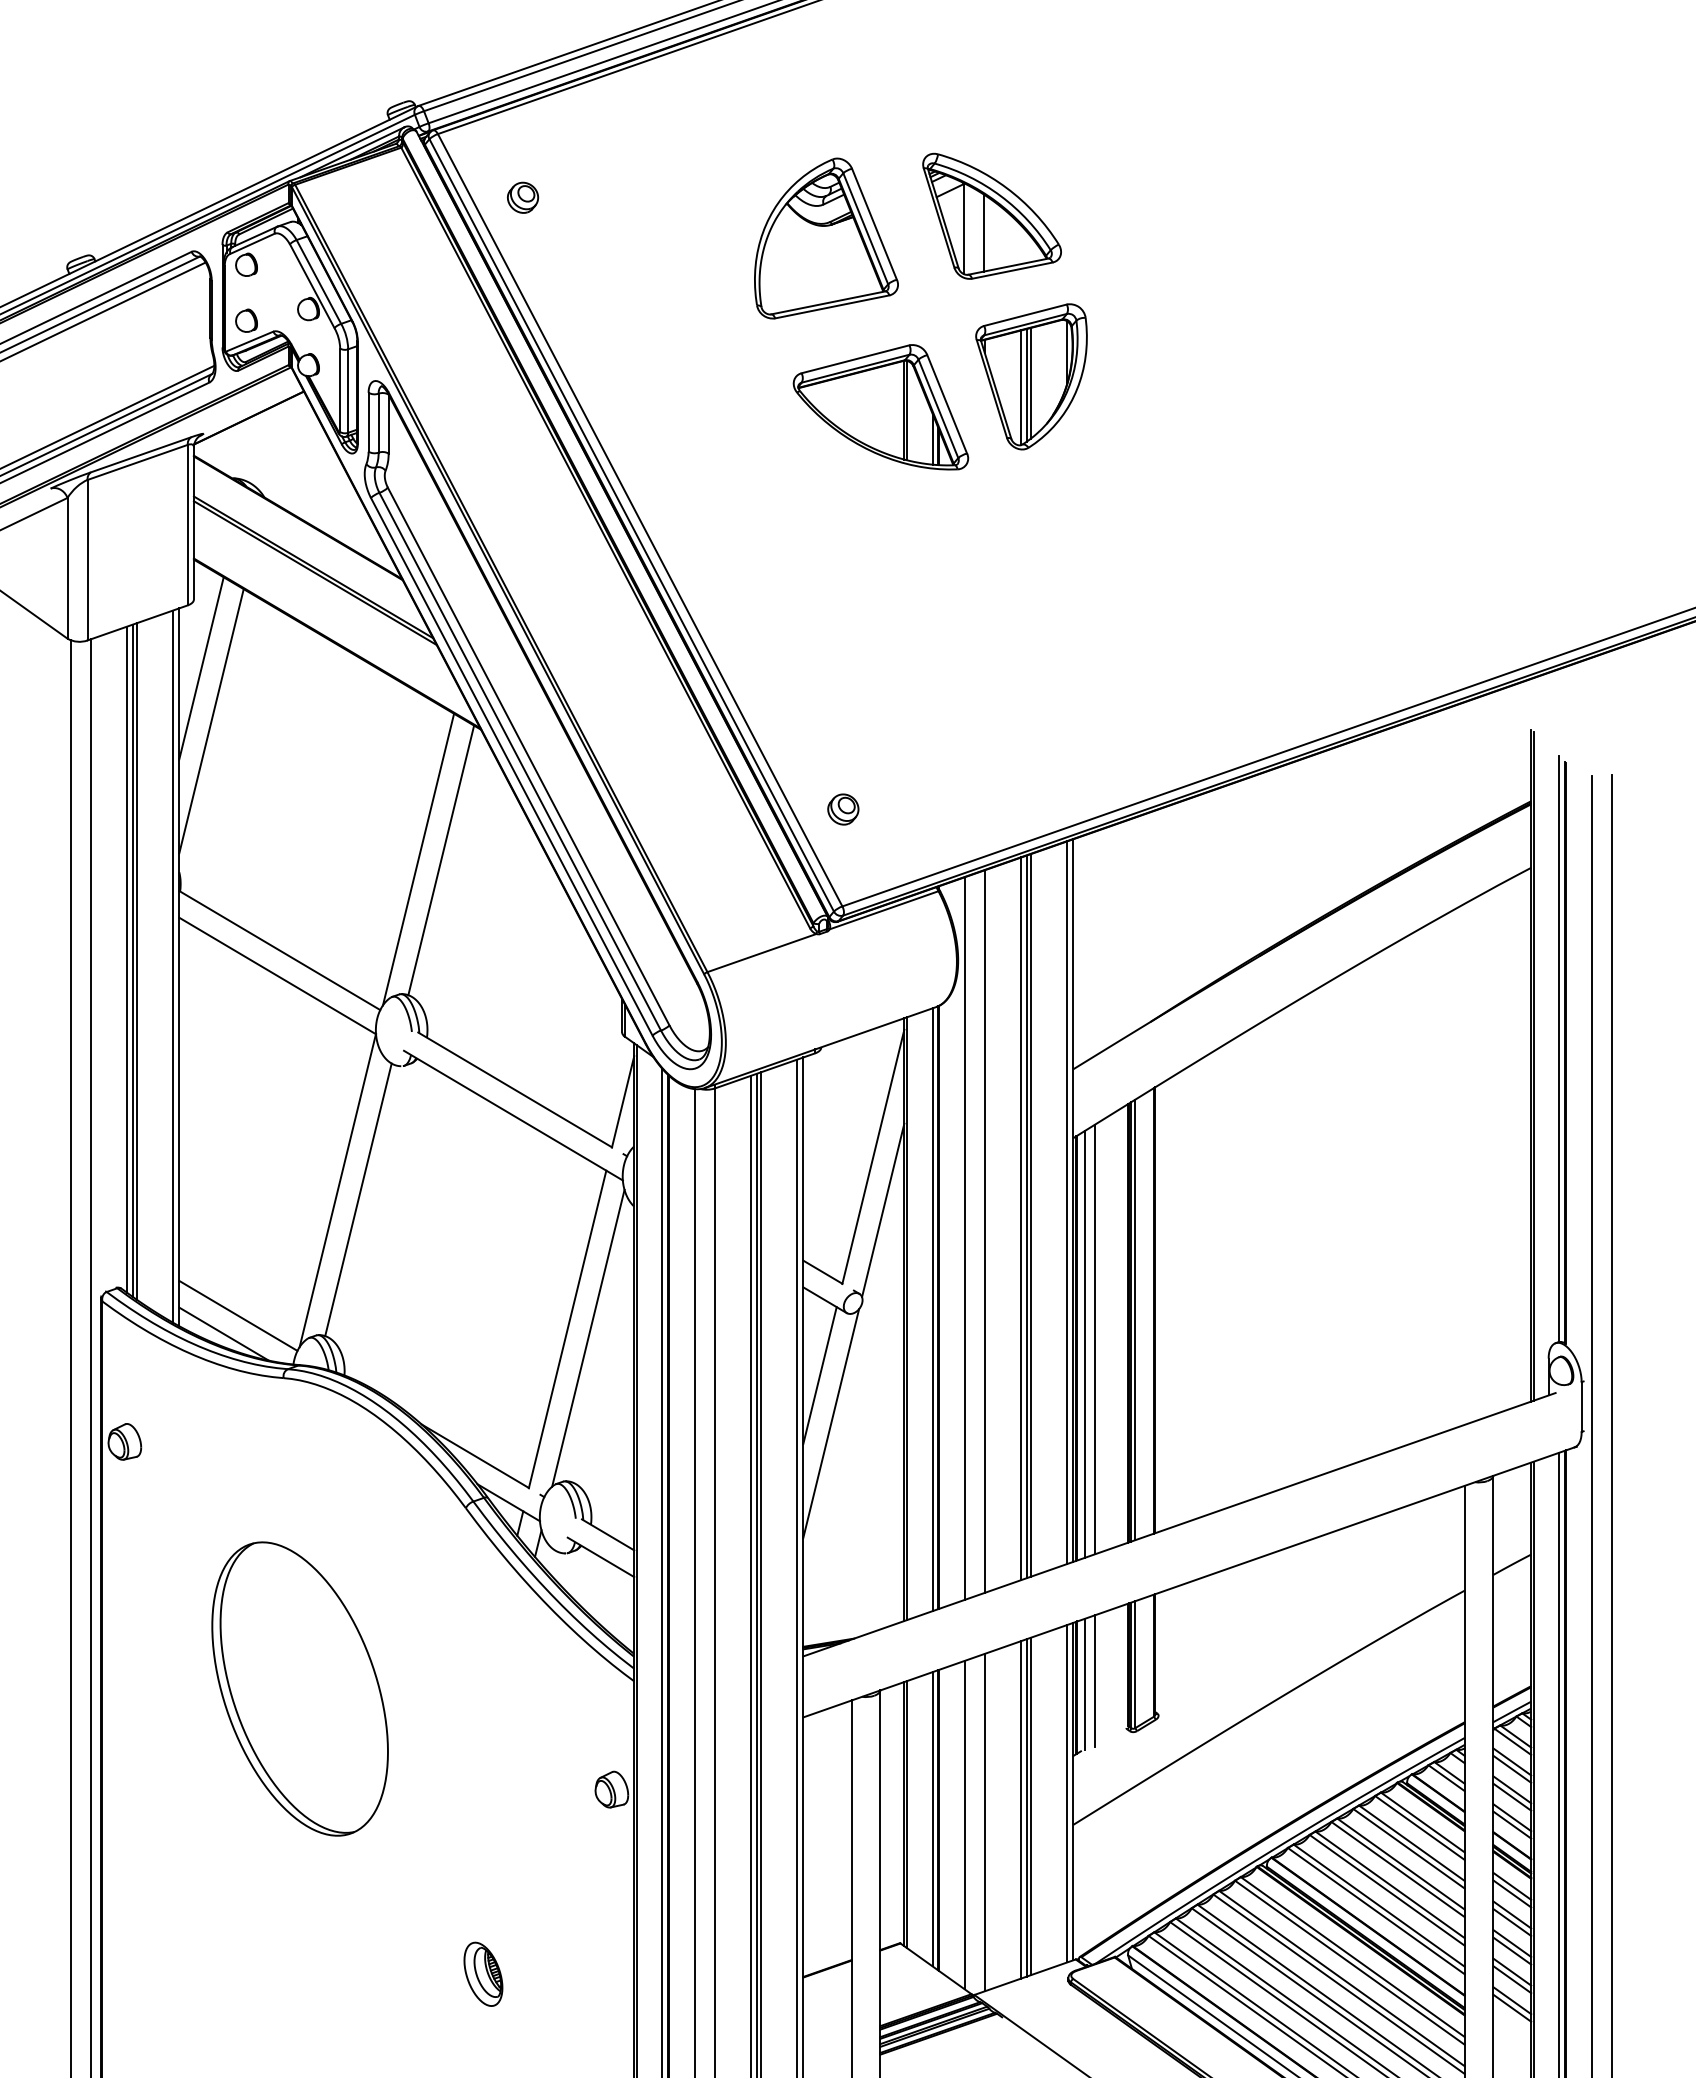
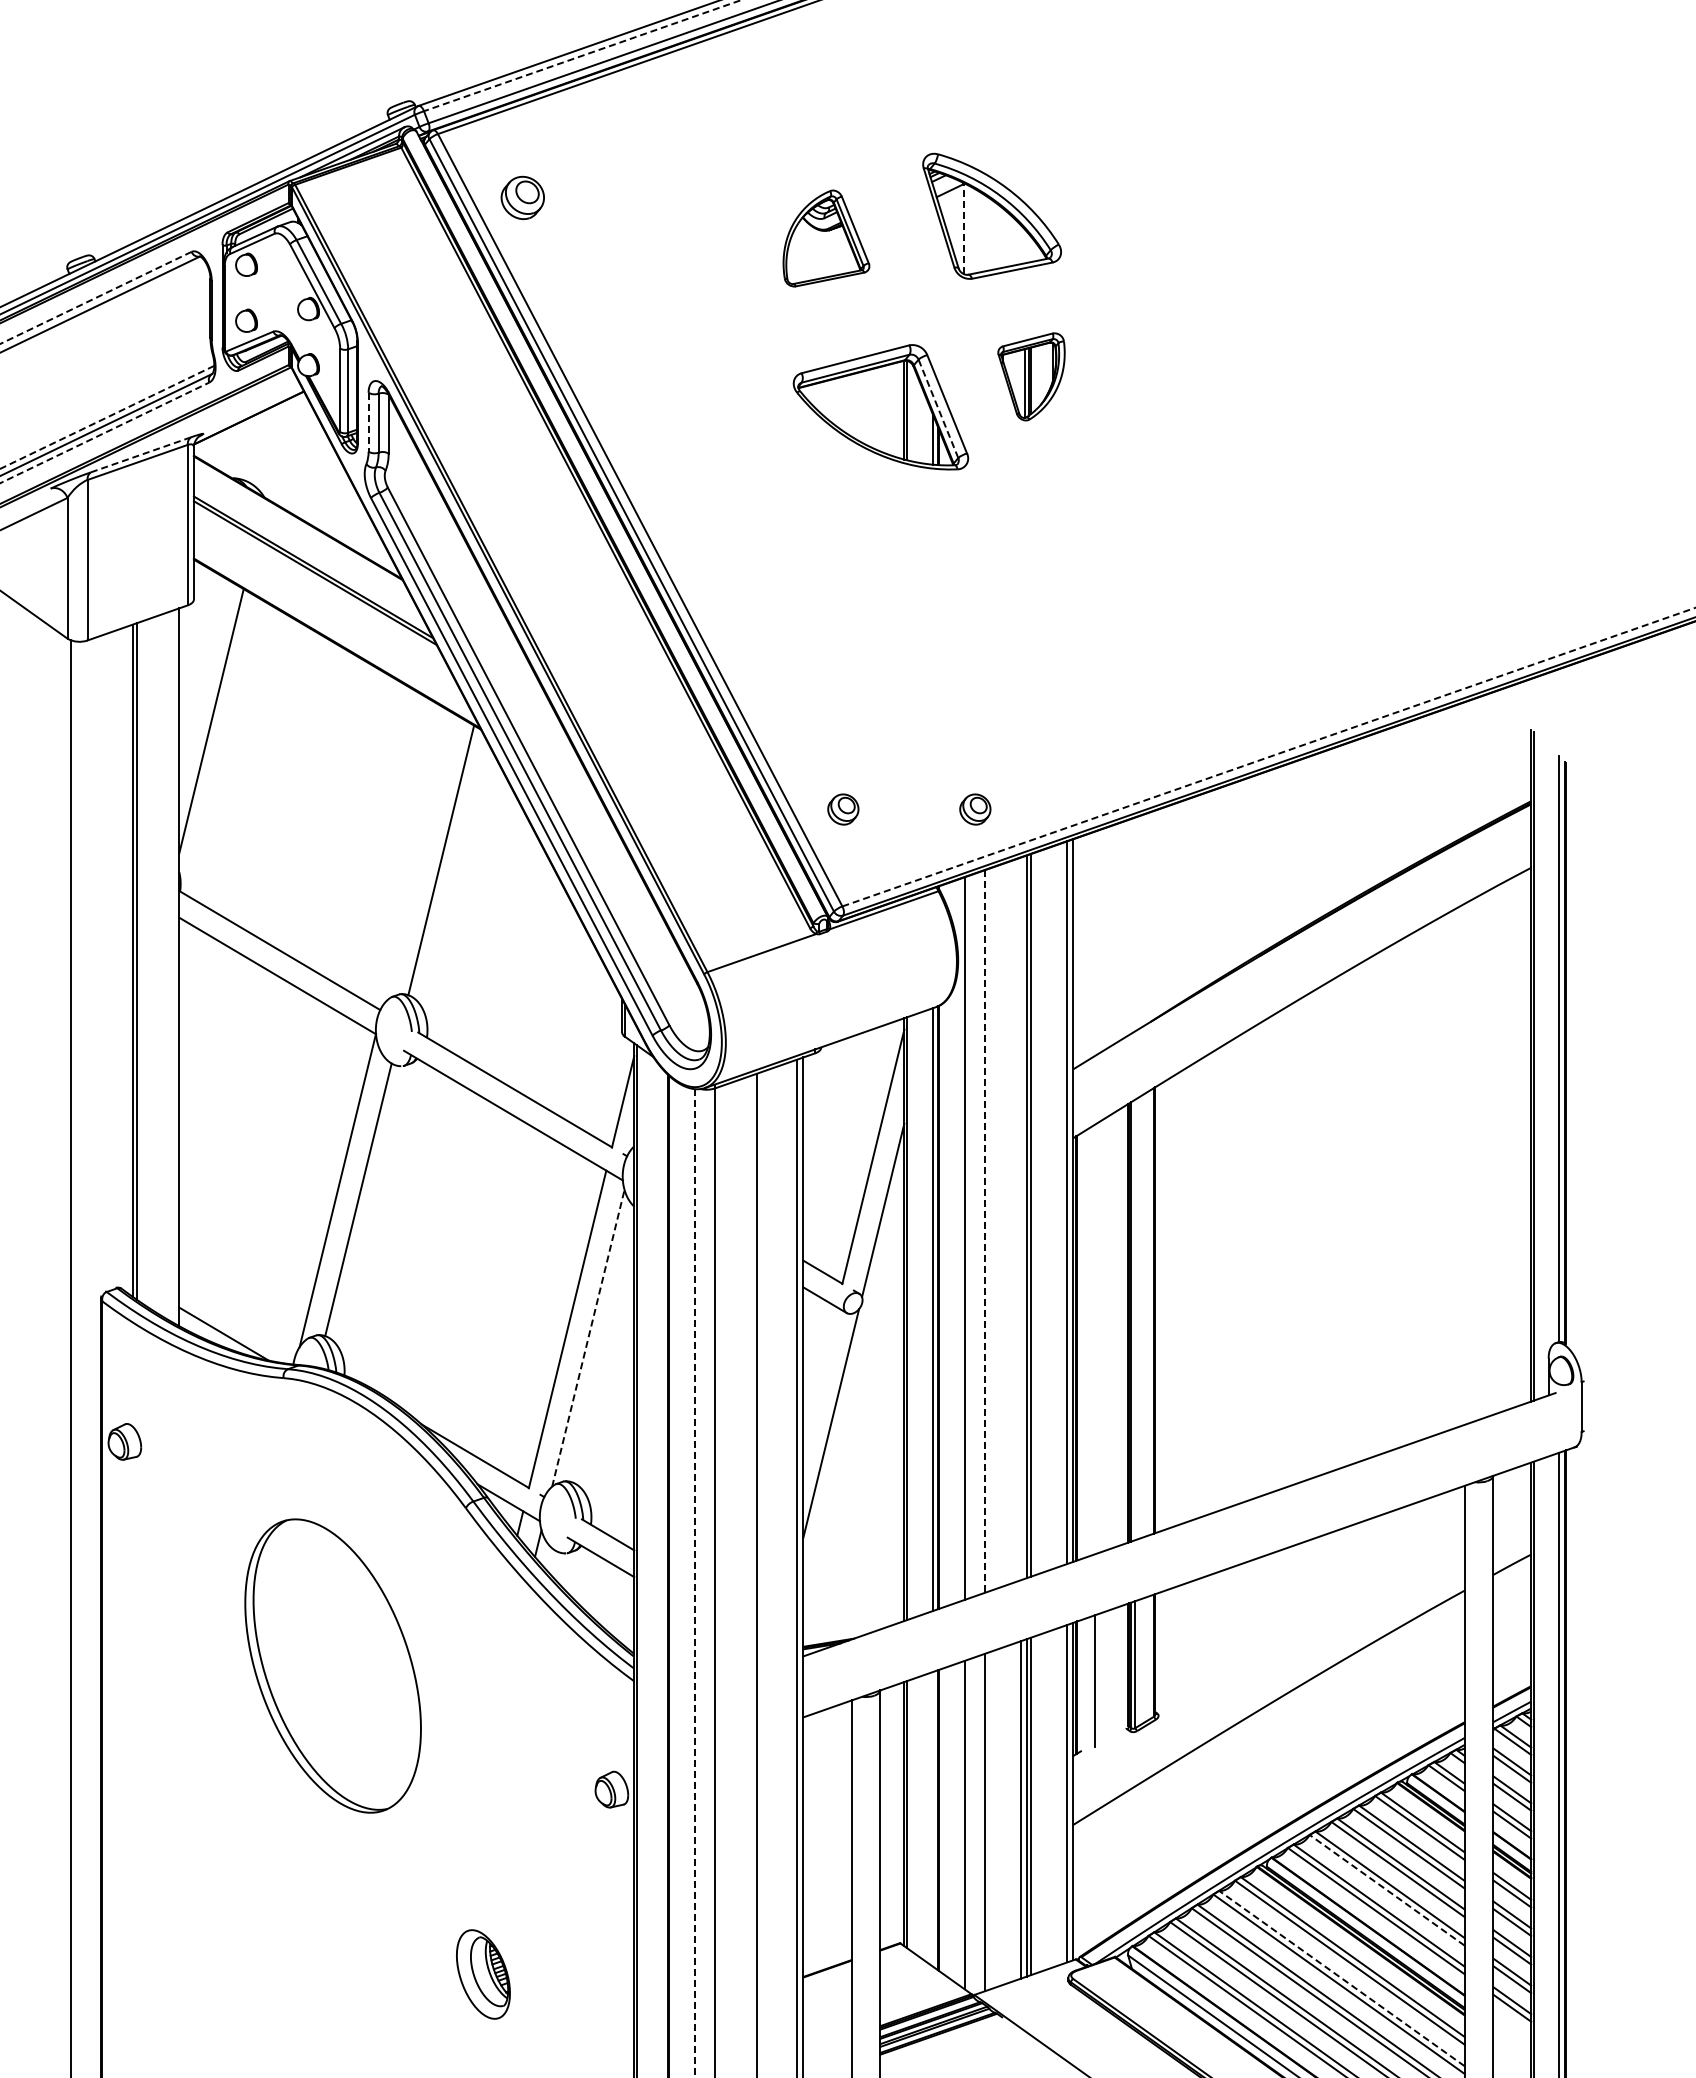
line at (582, 55): solid -> dashed
part at (523, 197) size: 33x33 px -> 45x45 px
line at (963, 229): solid -> dashed
line at (983, 232): present -> none
part at (826, 238) size: 145x163 px -> 89x99 px
line at (96, 297): solid -> dashed
line at (103, 311): present -> none
part at (1031, 376) size: 113x148 px -> 69x90 px
line at (938, 408): solid -> dashed
line at (107, 417): solid -> dashed
line at (368, 422): solid -> dashed
line at (105, 432): solid -> dashed
line at (140, 455): solid -> dashed
line at (201, 668): present -> none
line at (1269, 756): solid -> dashed
part at (975, 809): none -> present
line at (418, 859): present -> none
line at (127, 959): present -> none
line at (173, 966): present -> none
line at (1021, 1218): present -> none
line at (984, 1232): solid -> dashed
line at (238, 1315): present -> none
line at (1135, 1319): present -> none
line at (588, 1338): solid -> dashed
line at (1094, 1339): present -> none
line at (1084, 1344): present -> none
line at (90, 1356): present -> none
line at (819, 1375): present -> none
line at (1591, 1424): present -> none
line at (1611, 1424): present -> none
line at (662, 1571): present -> none
line at (760, 1573): present -> none
line at (751, 1574): present -> none
line at (694, 1583): solid -> dashed
line at (1084, 1684): present -> none
part at (299, 1688) position: (299, 1688) -> (332, 1665)
line at (932, 1819): present -> none
line at (1386, 1890): solid -> dashed
part at (483, 1973) size: 41x66 px -> 55x91 px
line at (1341, 1978): solid -> dashed
